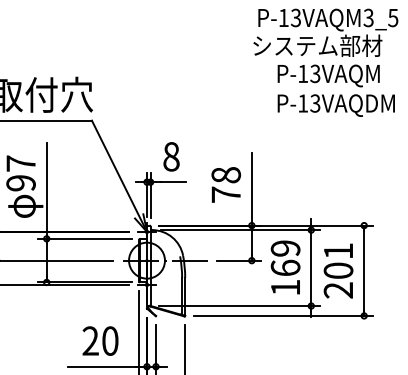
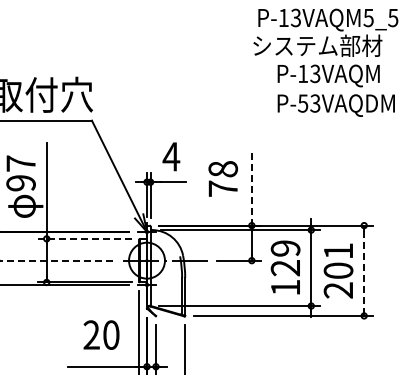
text at (368, 17): P-13VAQM3_5 -> P-13VAQM5_5
text at (303, 103): P-13VAQDM -> P-53VAQDM
text at (171, 156): 8 -> 4
text at (225, 184) position: (225, 184) -> (222, 178)
line at (251, 189): solid -> dashed
line at (84, 238): solid -> dashed
line at (56, 260): solid -> dashed
text at (285, 267): 169 -> 129
line at (364, 270): solid -> dashed
text at (100, 340) position: (100, 340) -> (101, 334)
